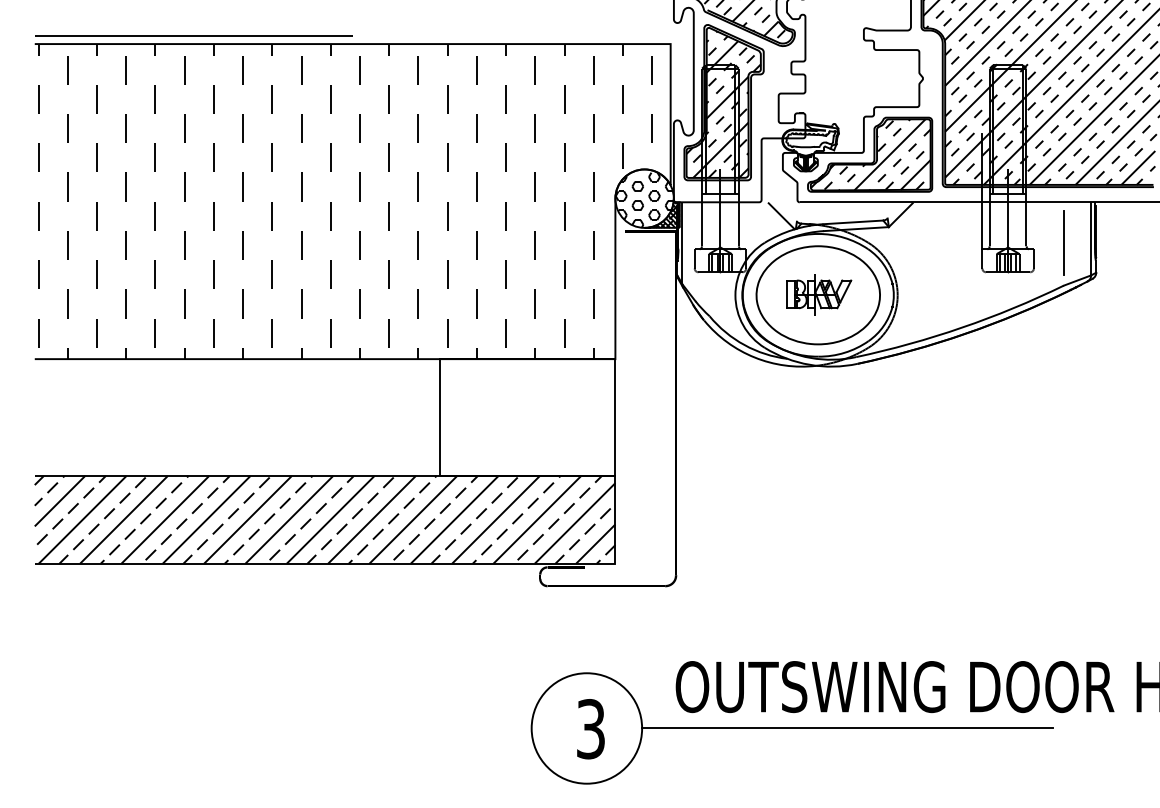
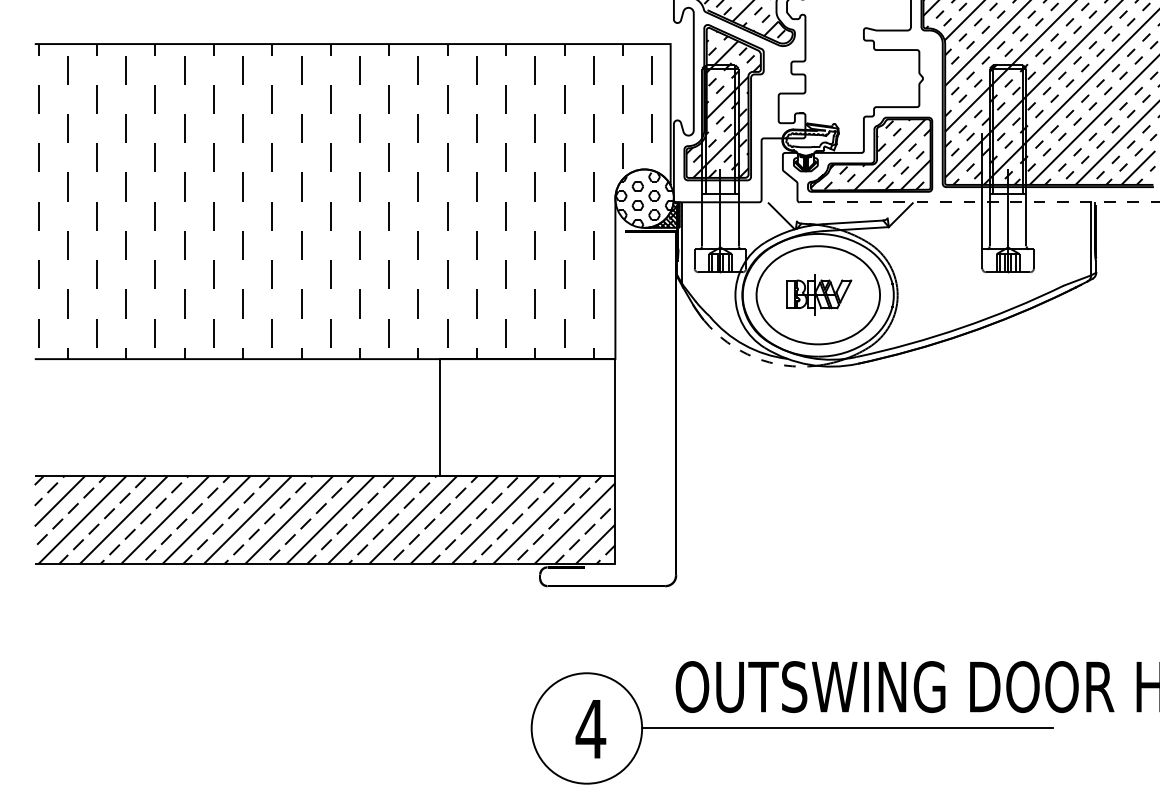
line at (193, 35): present -> none
line at (979, 202): solid -> dashed
line at (1063, 243): present -> none
arc at (754, 357): solid -> dashed
text at (590, 729): 3 -> 4
